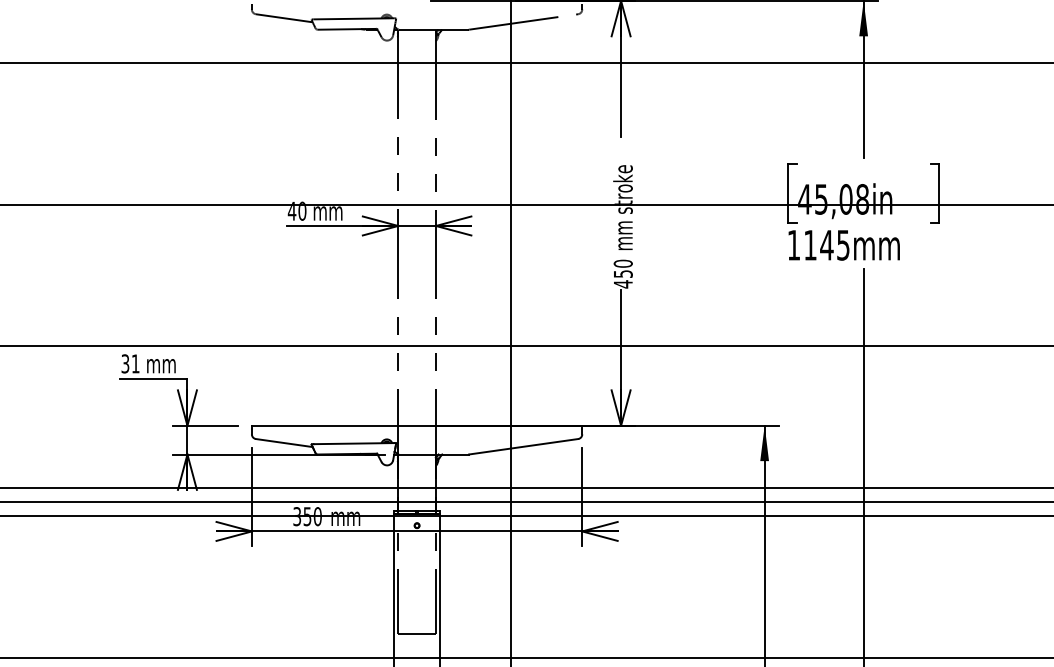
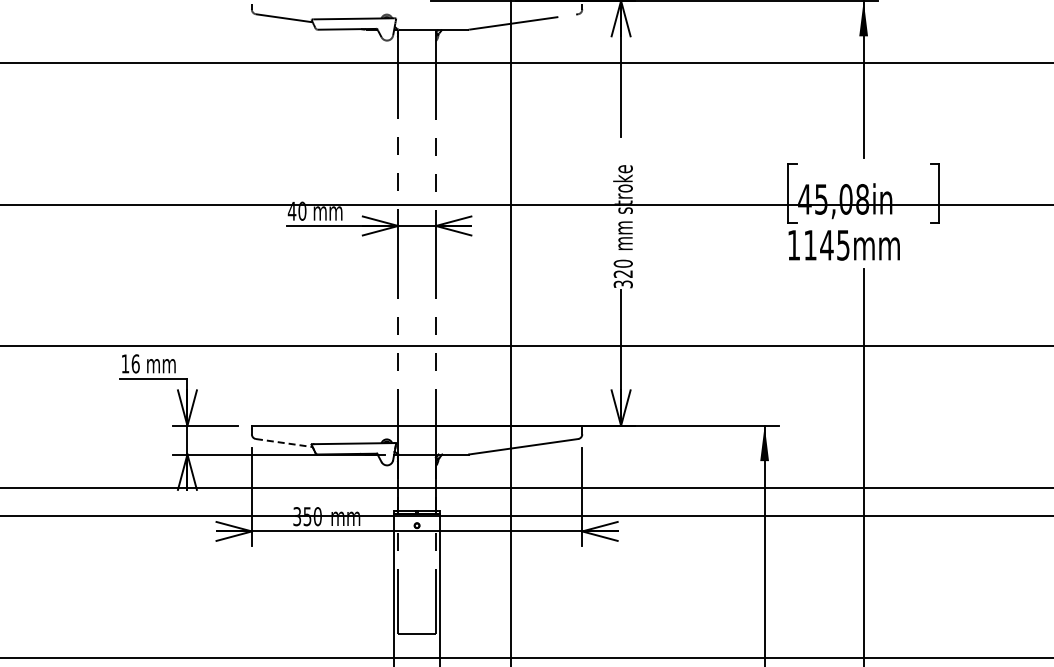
text at (622, 279): 450 -> 320
text at (130, 363): 31 -> 16
line at (284, 443): solid -> dashed
line at (526, 502): present -> none
